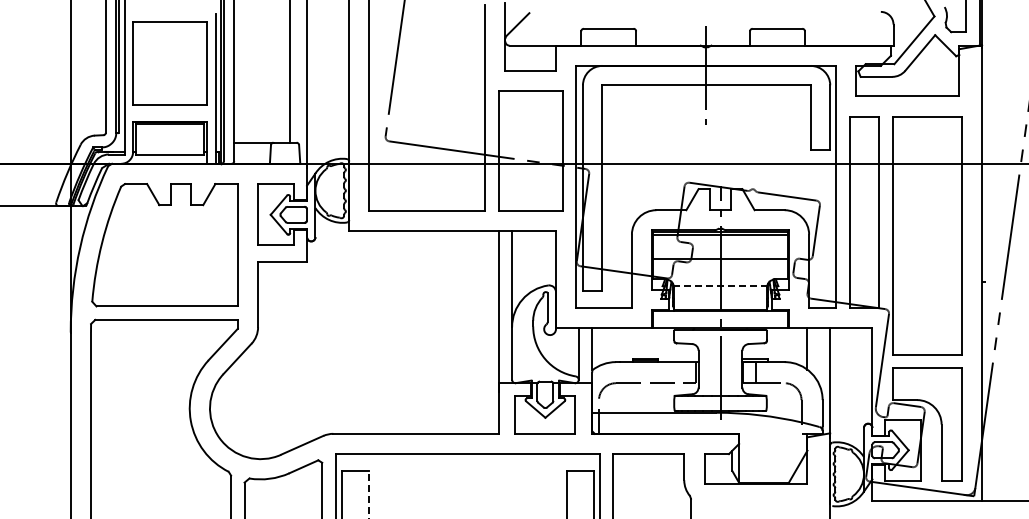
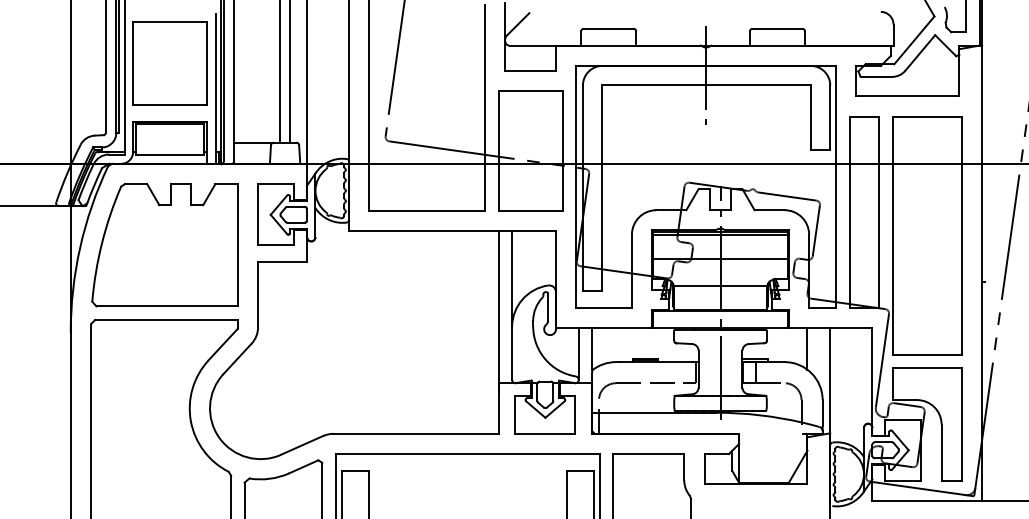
line at (280, 72): none -> present
line at (720, 286): dashed -> solid
line at (369, 494): dashed -> solid
